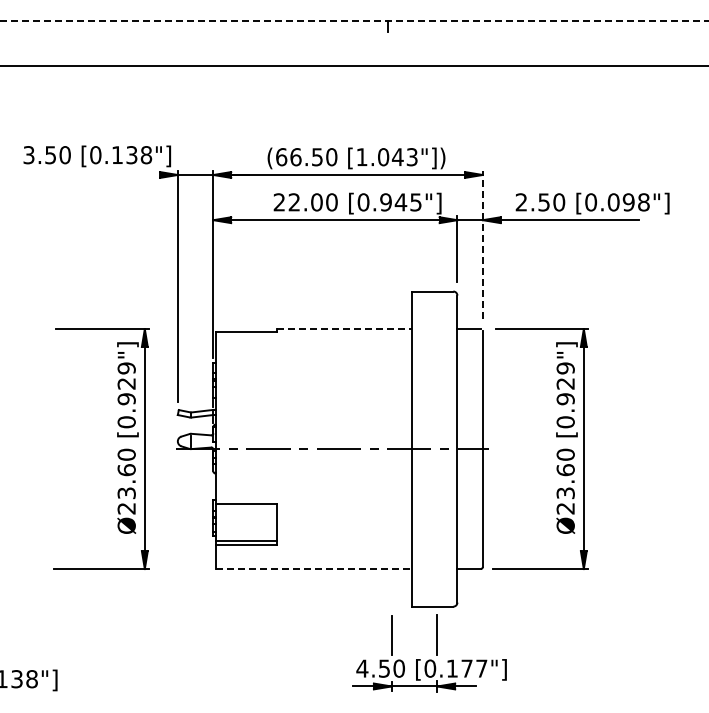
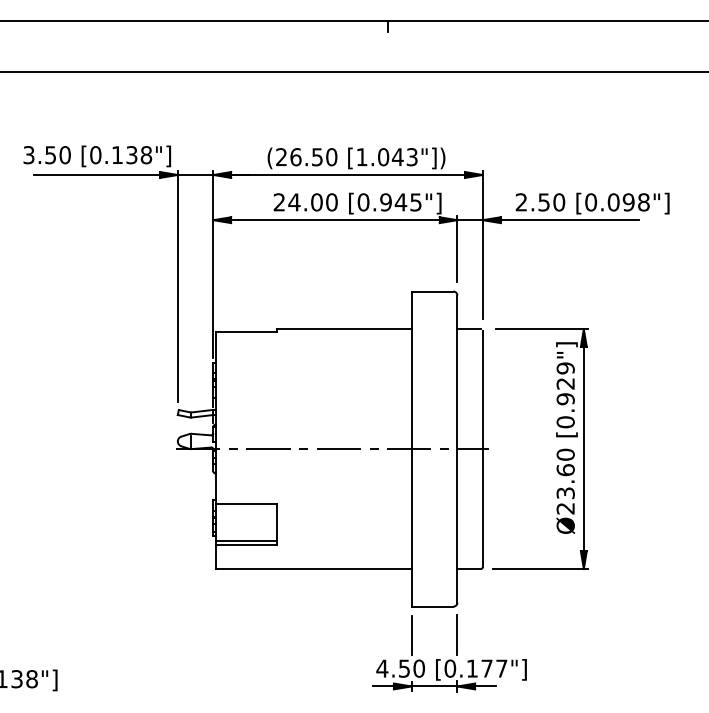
line at (354, 21): dashed -> solid
line at (353, 66) position: (353, 66) -> (353, 72)
text at (281, 157): (66.50 -> (26.50
line at (96, 175): none -> present
text at (294, 202): 22.00 -> 24.00
line at (482, 244): dashed -> solid
line at (345, 329): dashed -> solid
part at (117, 453): present -> none
line at (314, 569): dashed -> solid
part at (429, 653) position: (429, 653) -> (449, 653)
